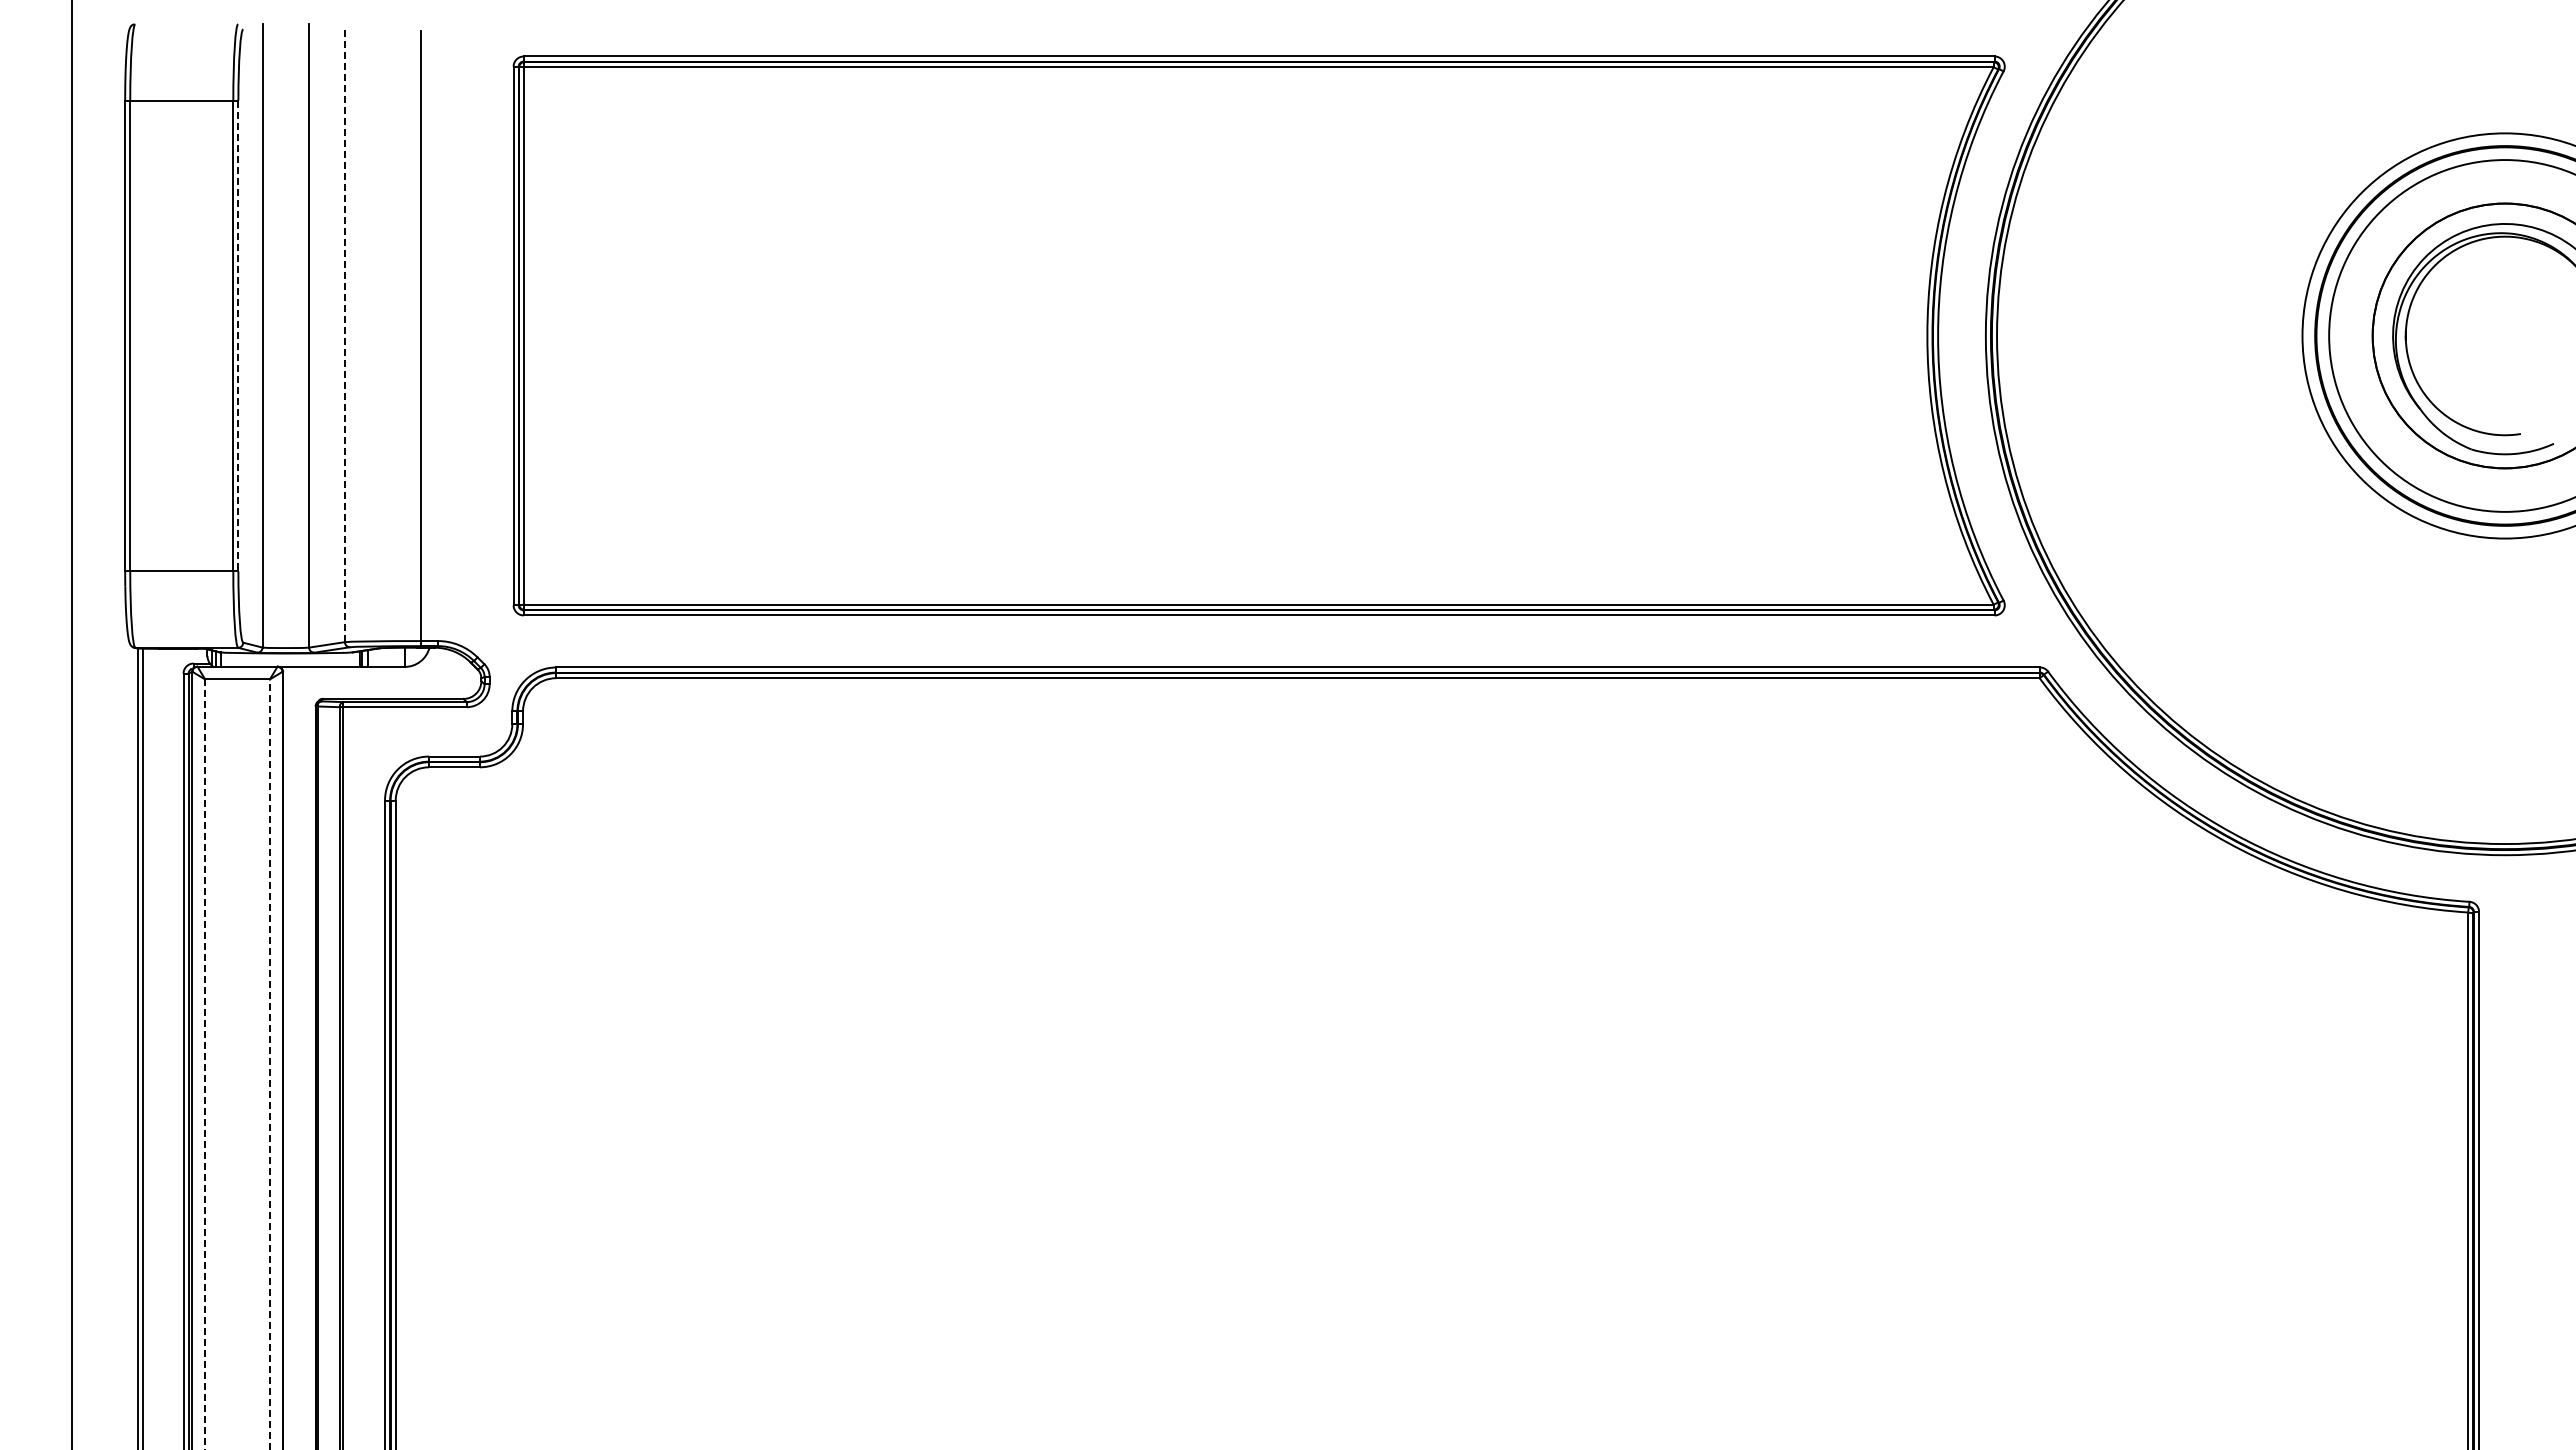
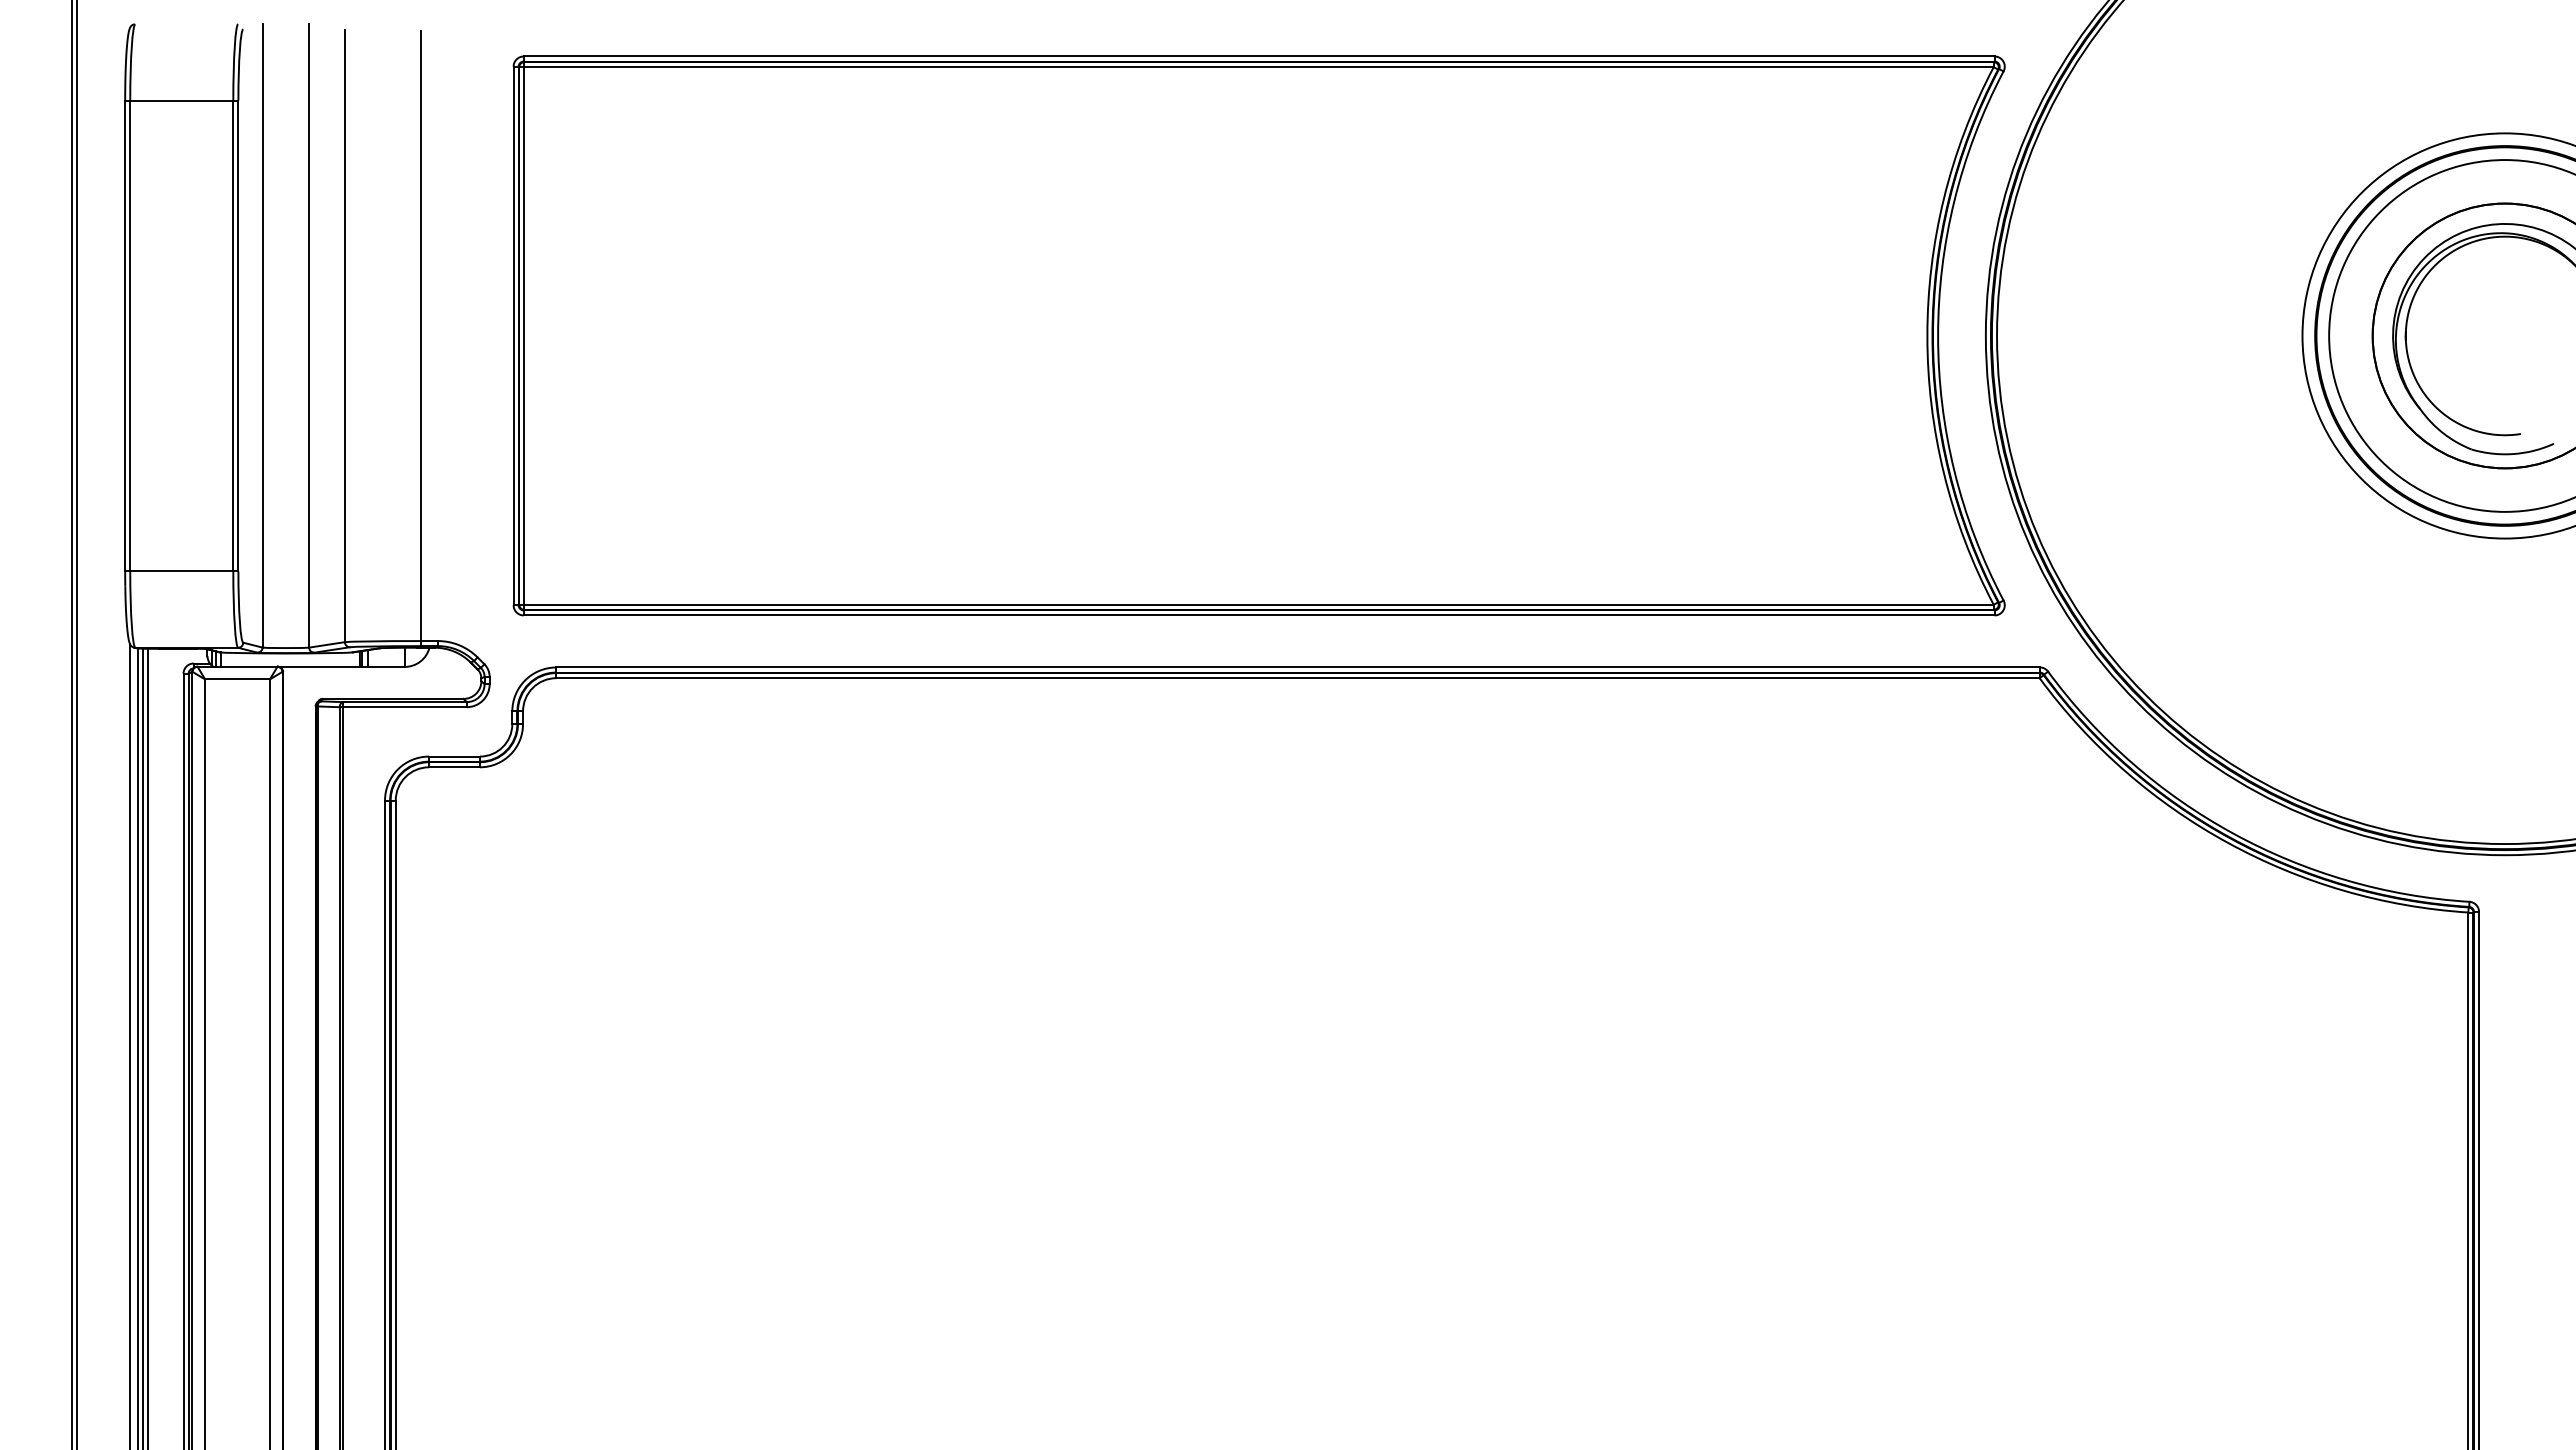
line at (344, 335): dashed -> solid
line at (238, 336): dashed -> solid
line at (77, 724): none -> present
line at (129, 1044): none -> present
line at (147, 1047): none -> present
line at (205, 1064): dashed -> solid
line at (269, 1064): dashed -> solid
